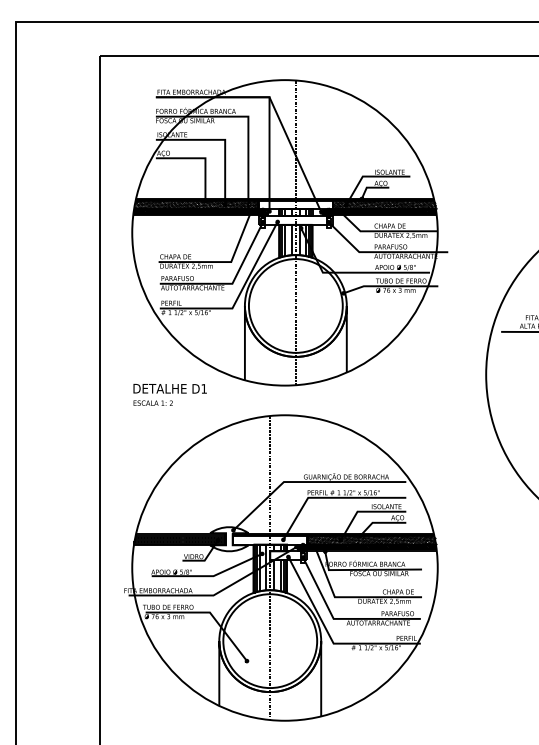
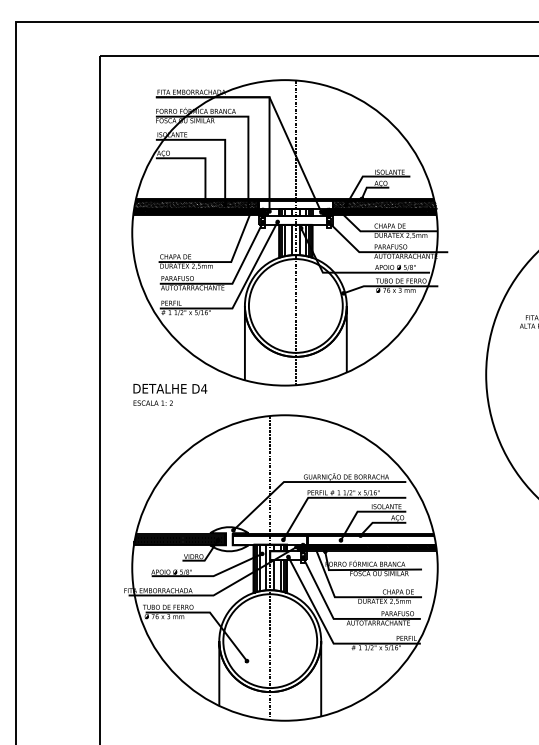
line at (518, 331): present -> none
text at (204, 388): D1 -> D4
hatch at (371, 539): present -> none
